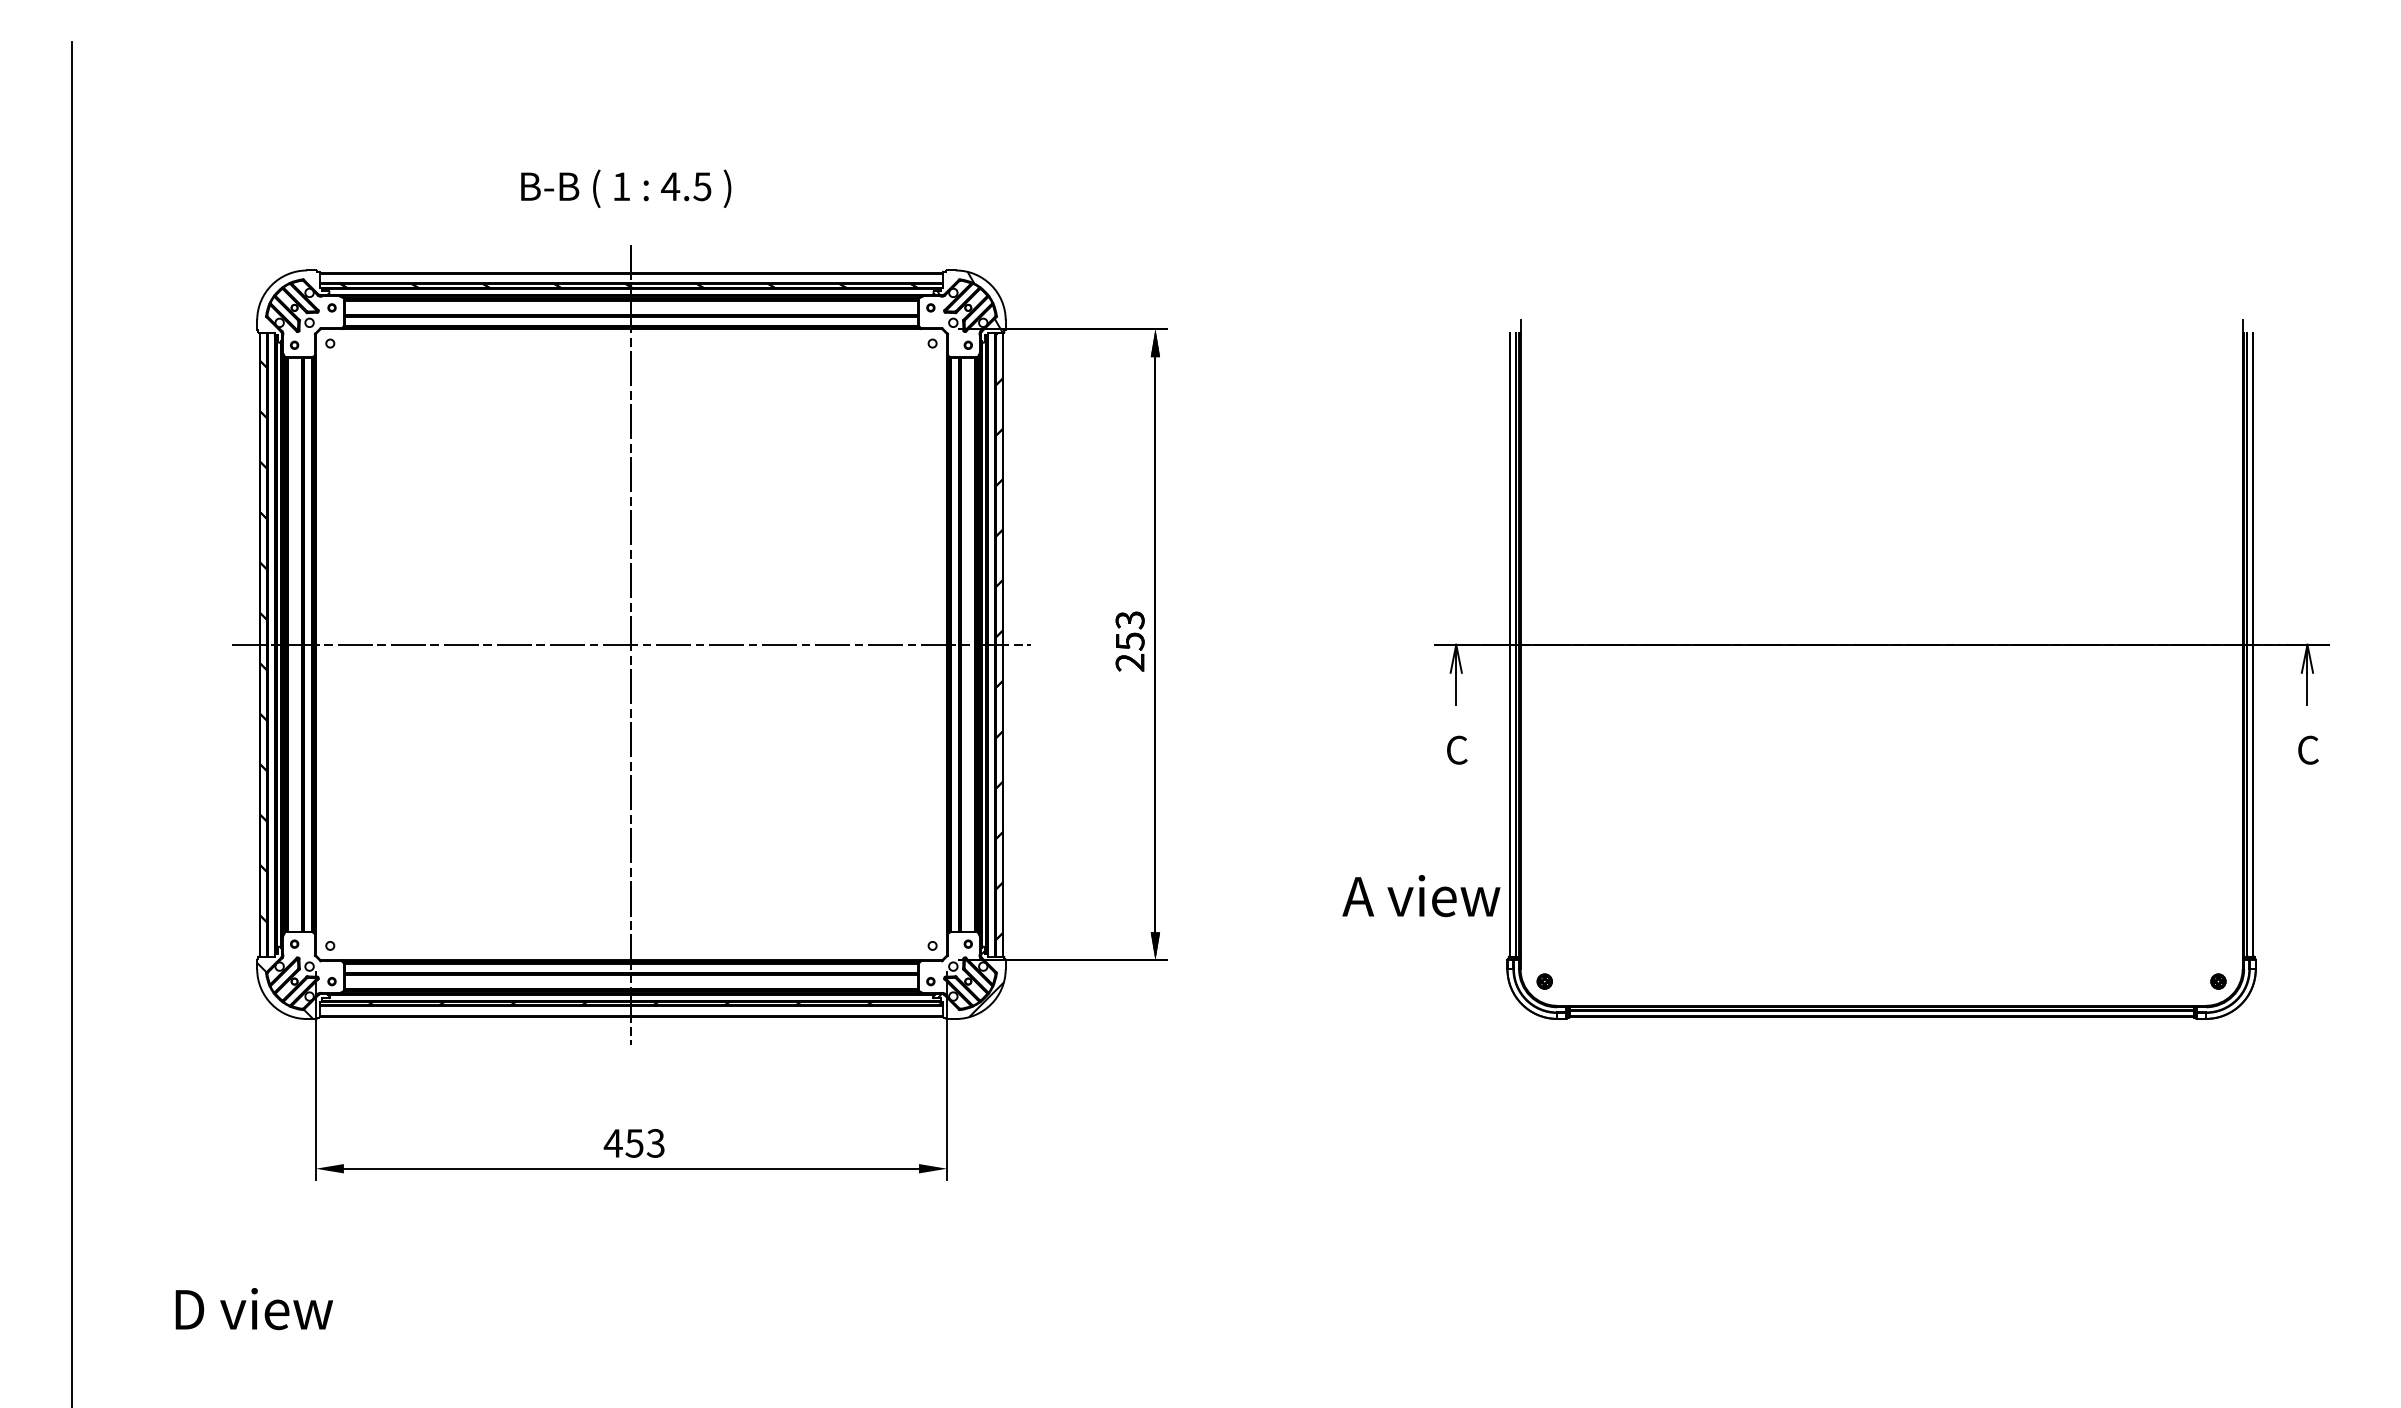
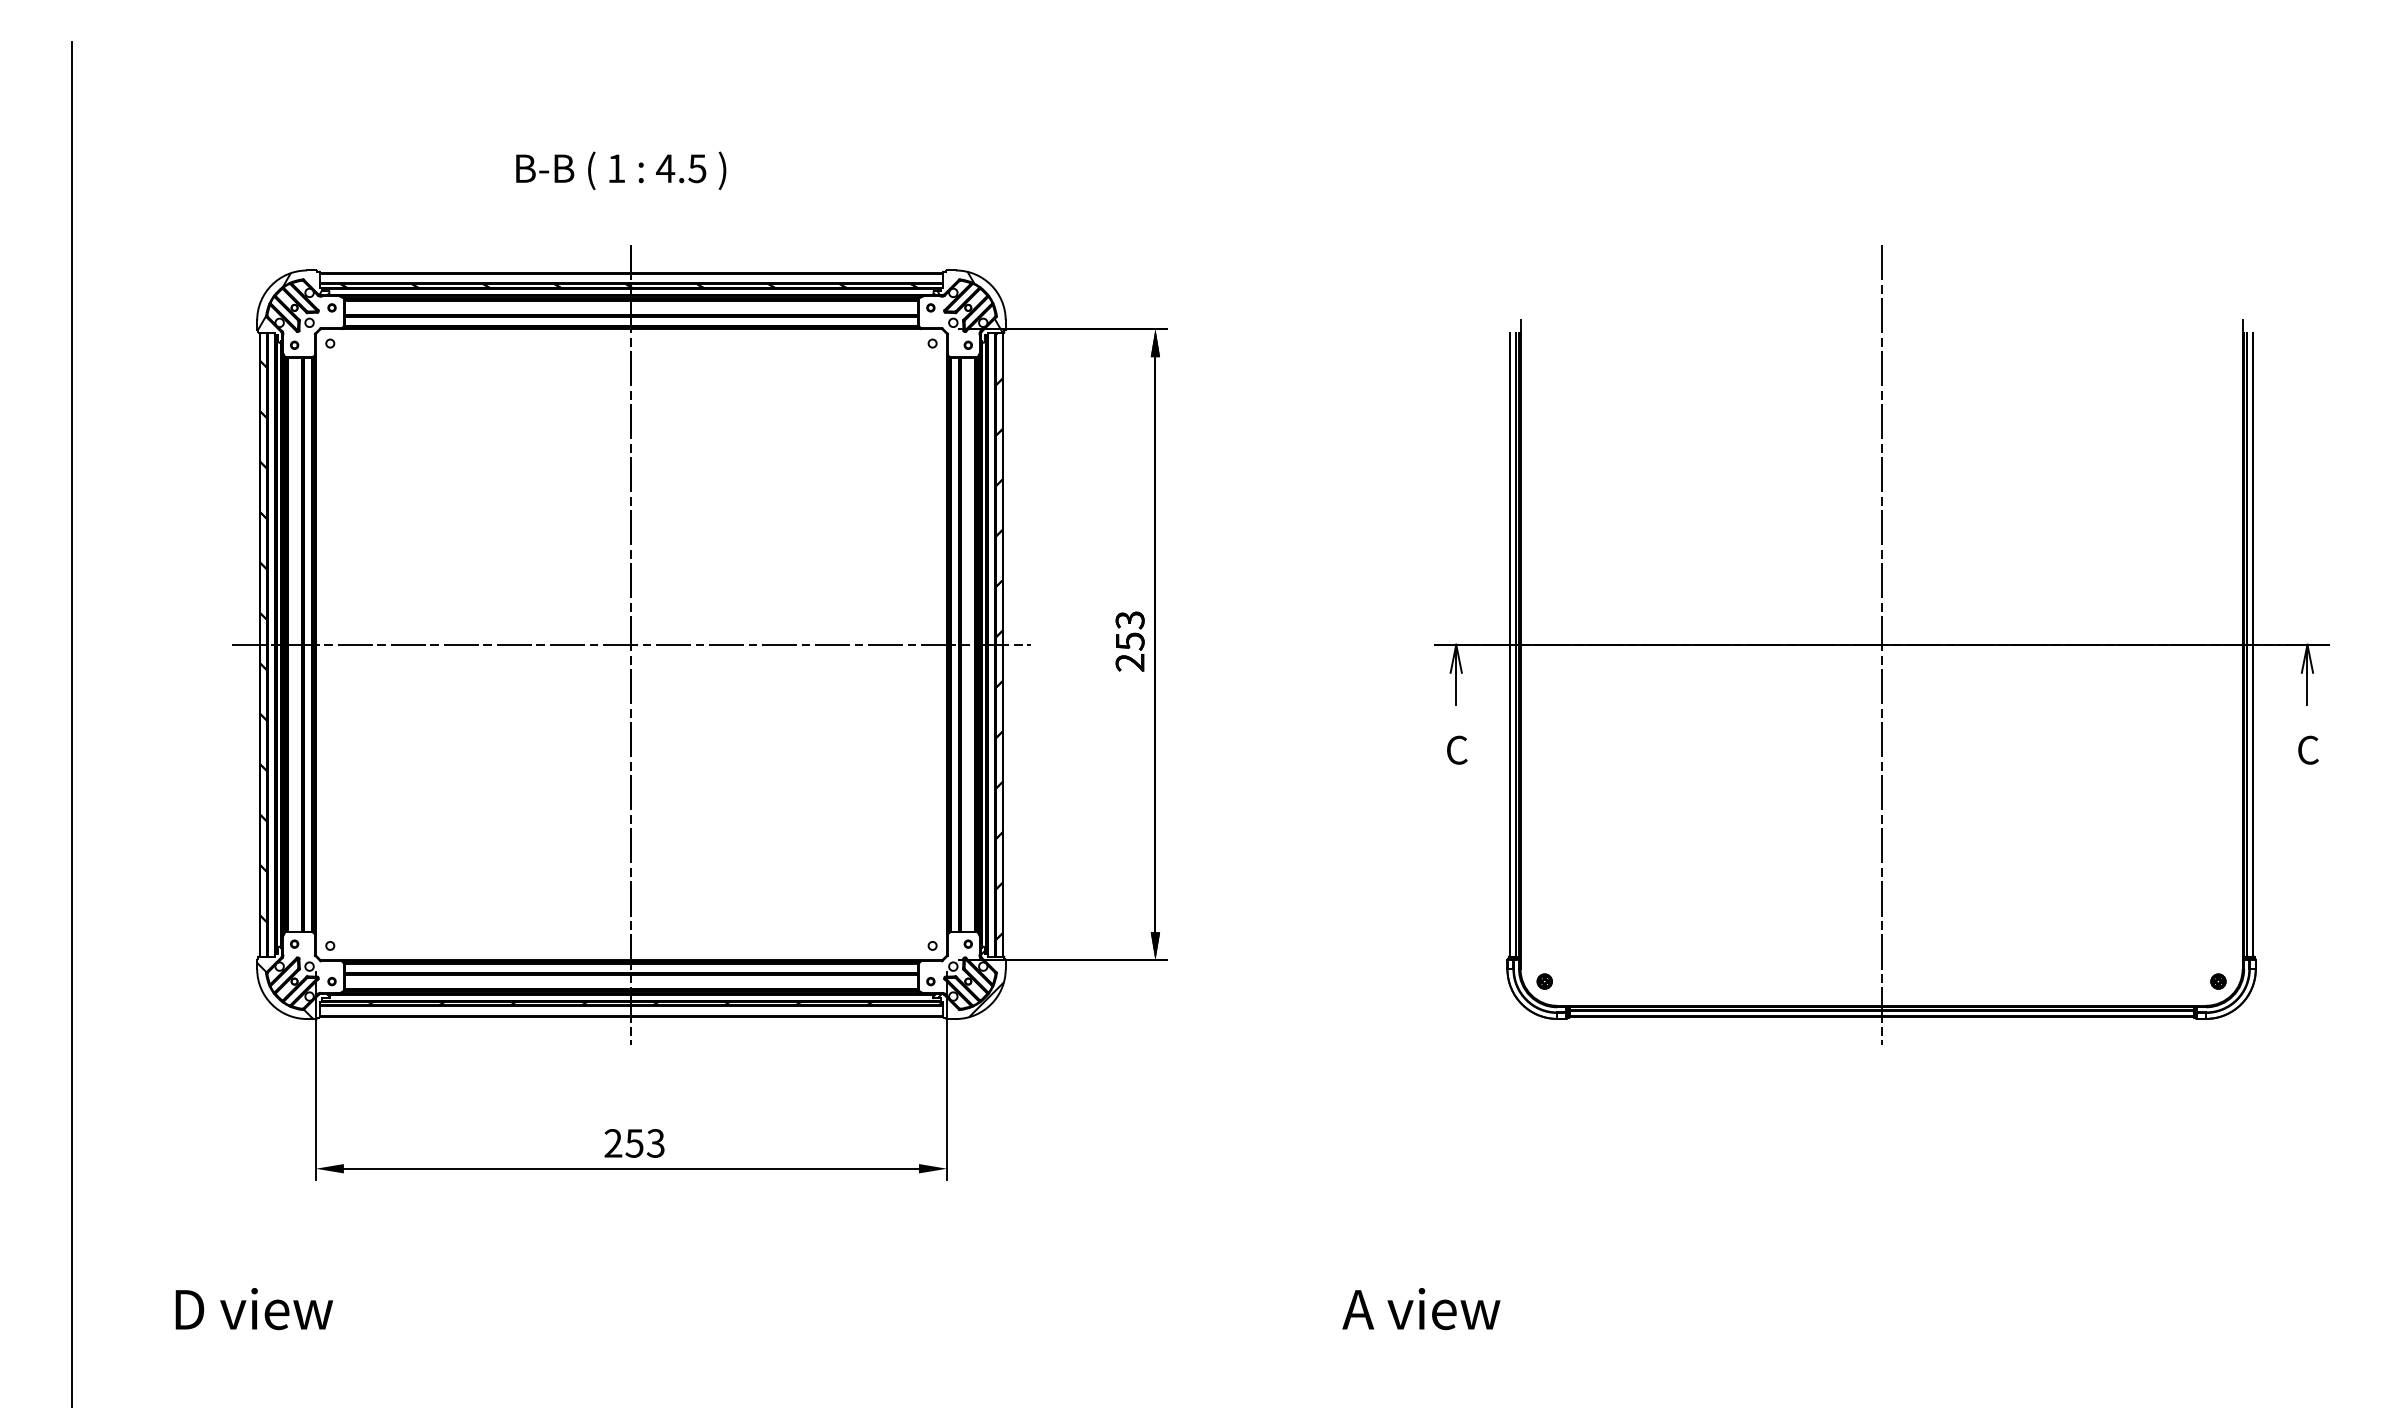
text at (626, 188) position: (626, 188) -> (621, 170)
hatch at (289, 301): none -> present
line at (1881, 644): none -> present
text at (1421, 896) position: (1421, 896) -> (1421, 1309)
text at (612, 1143): 453 -> 253
